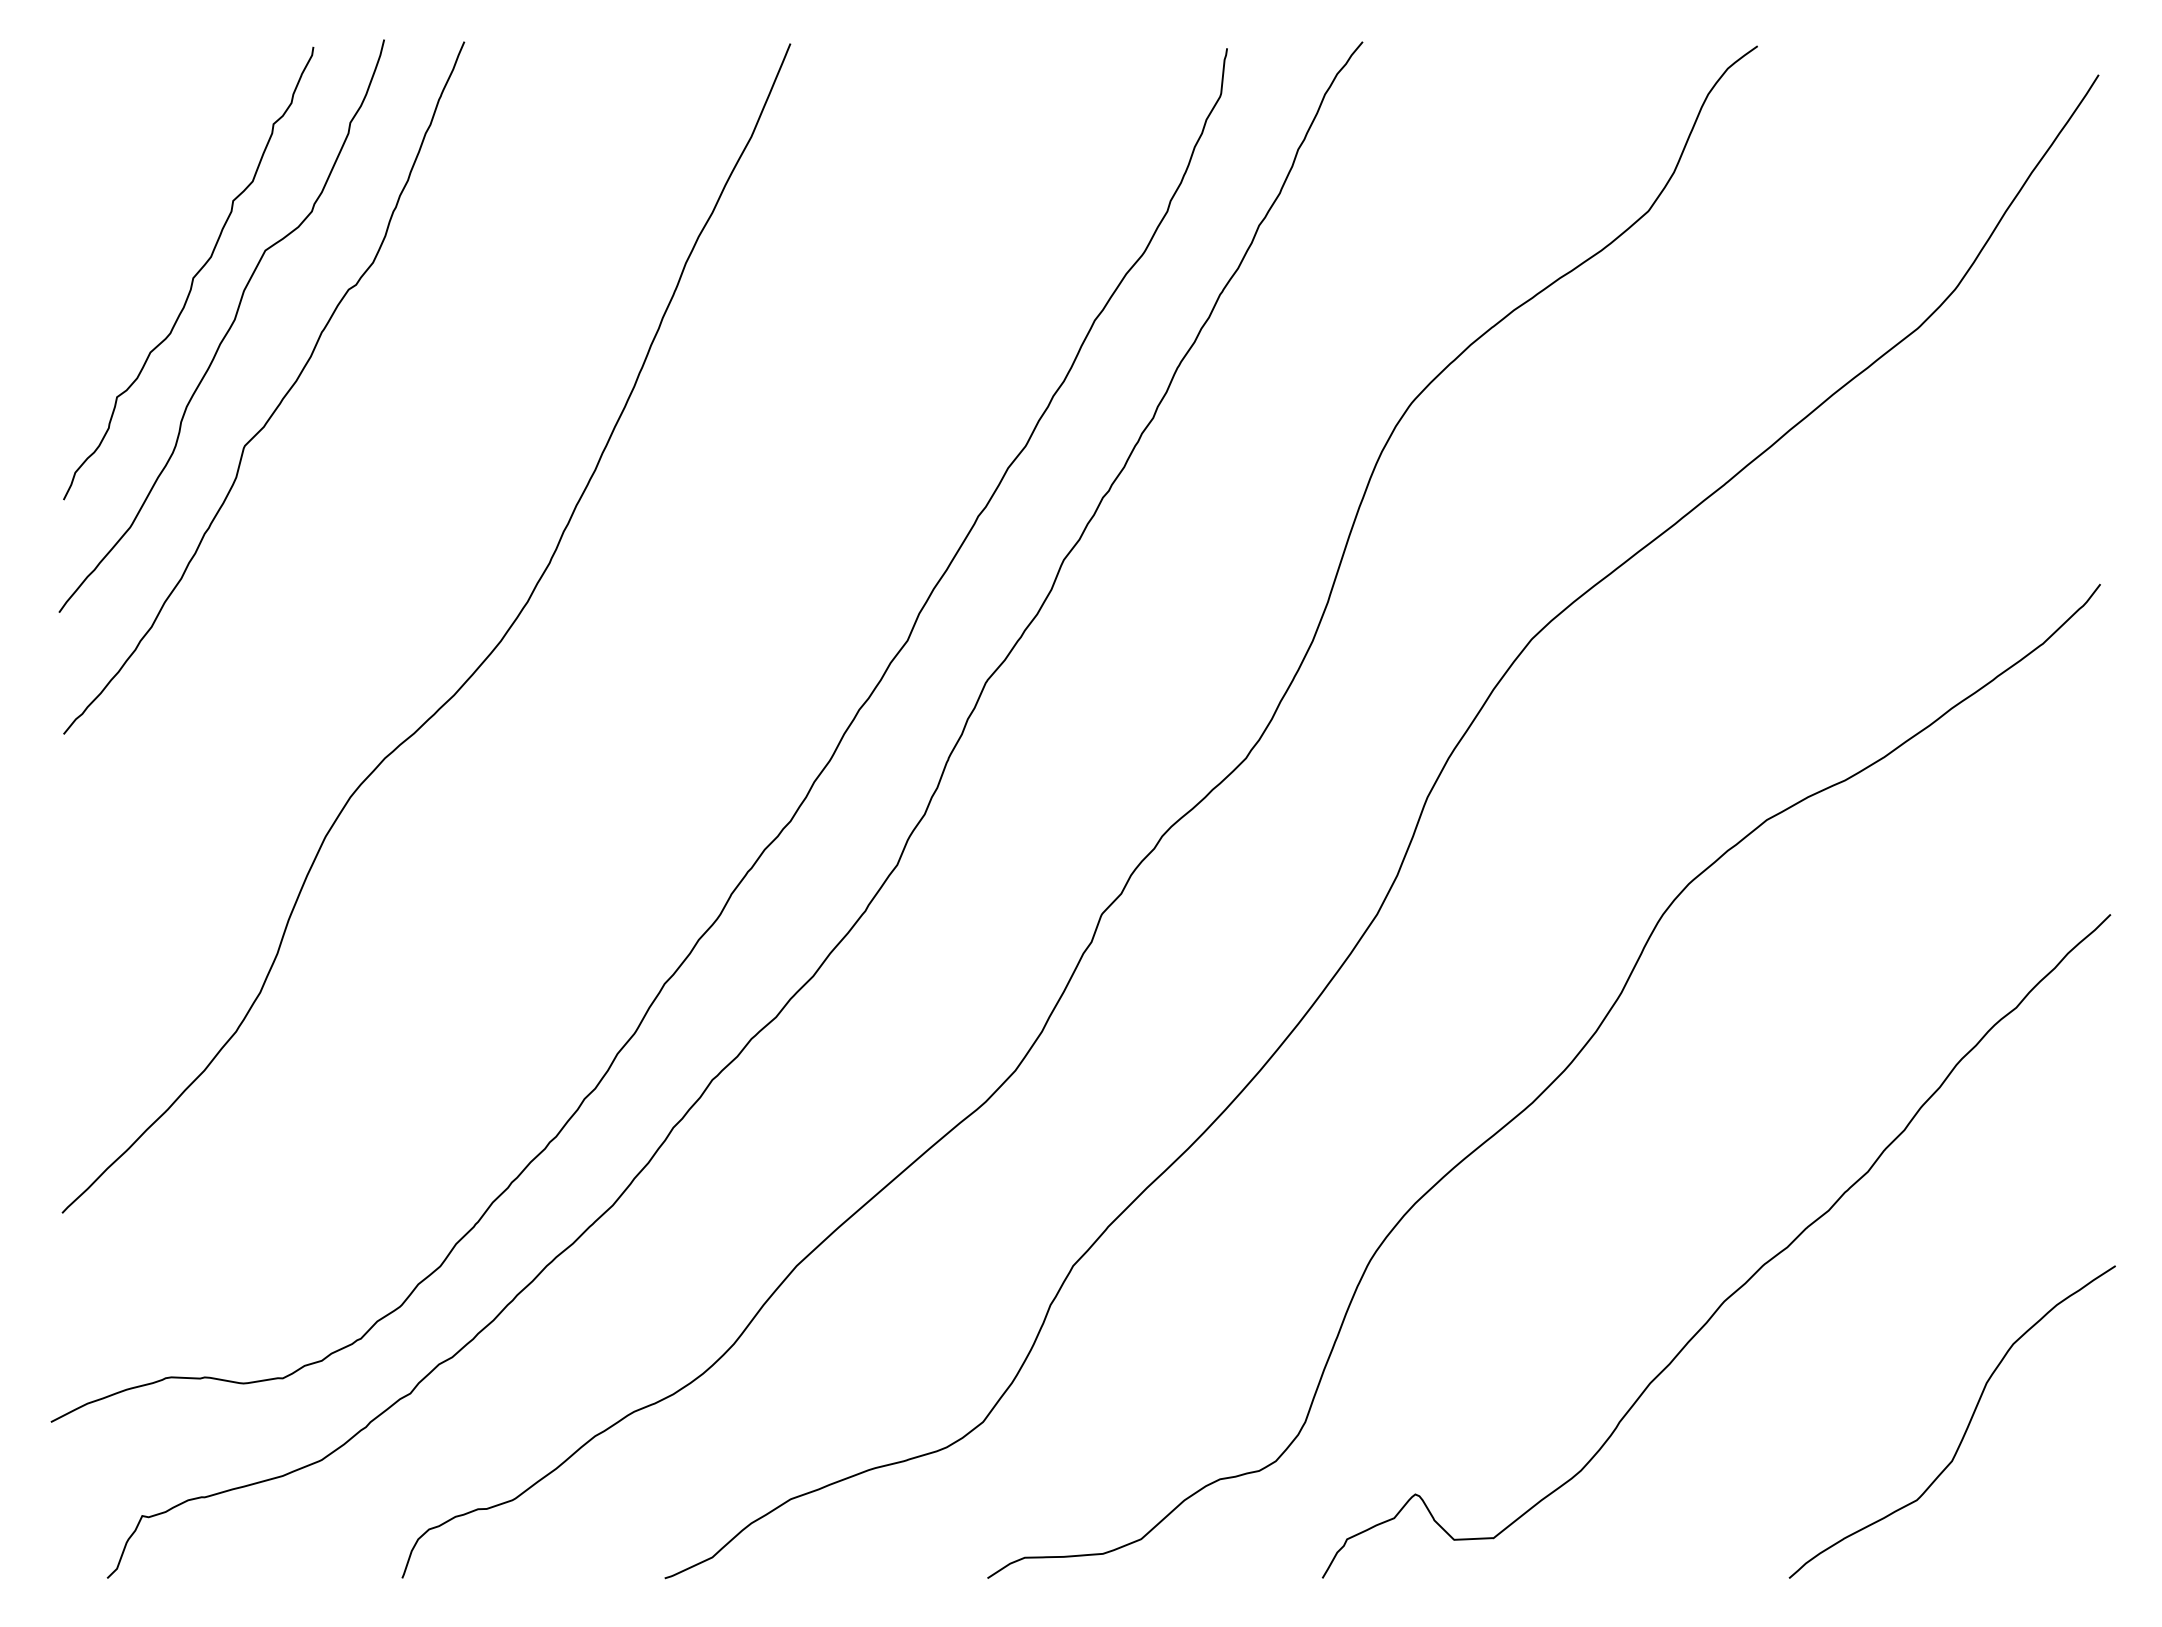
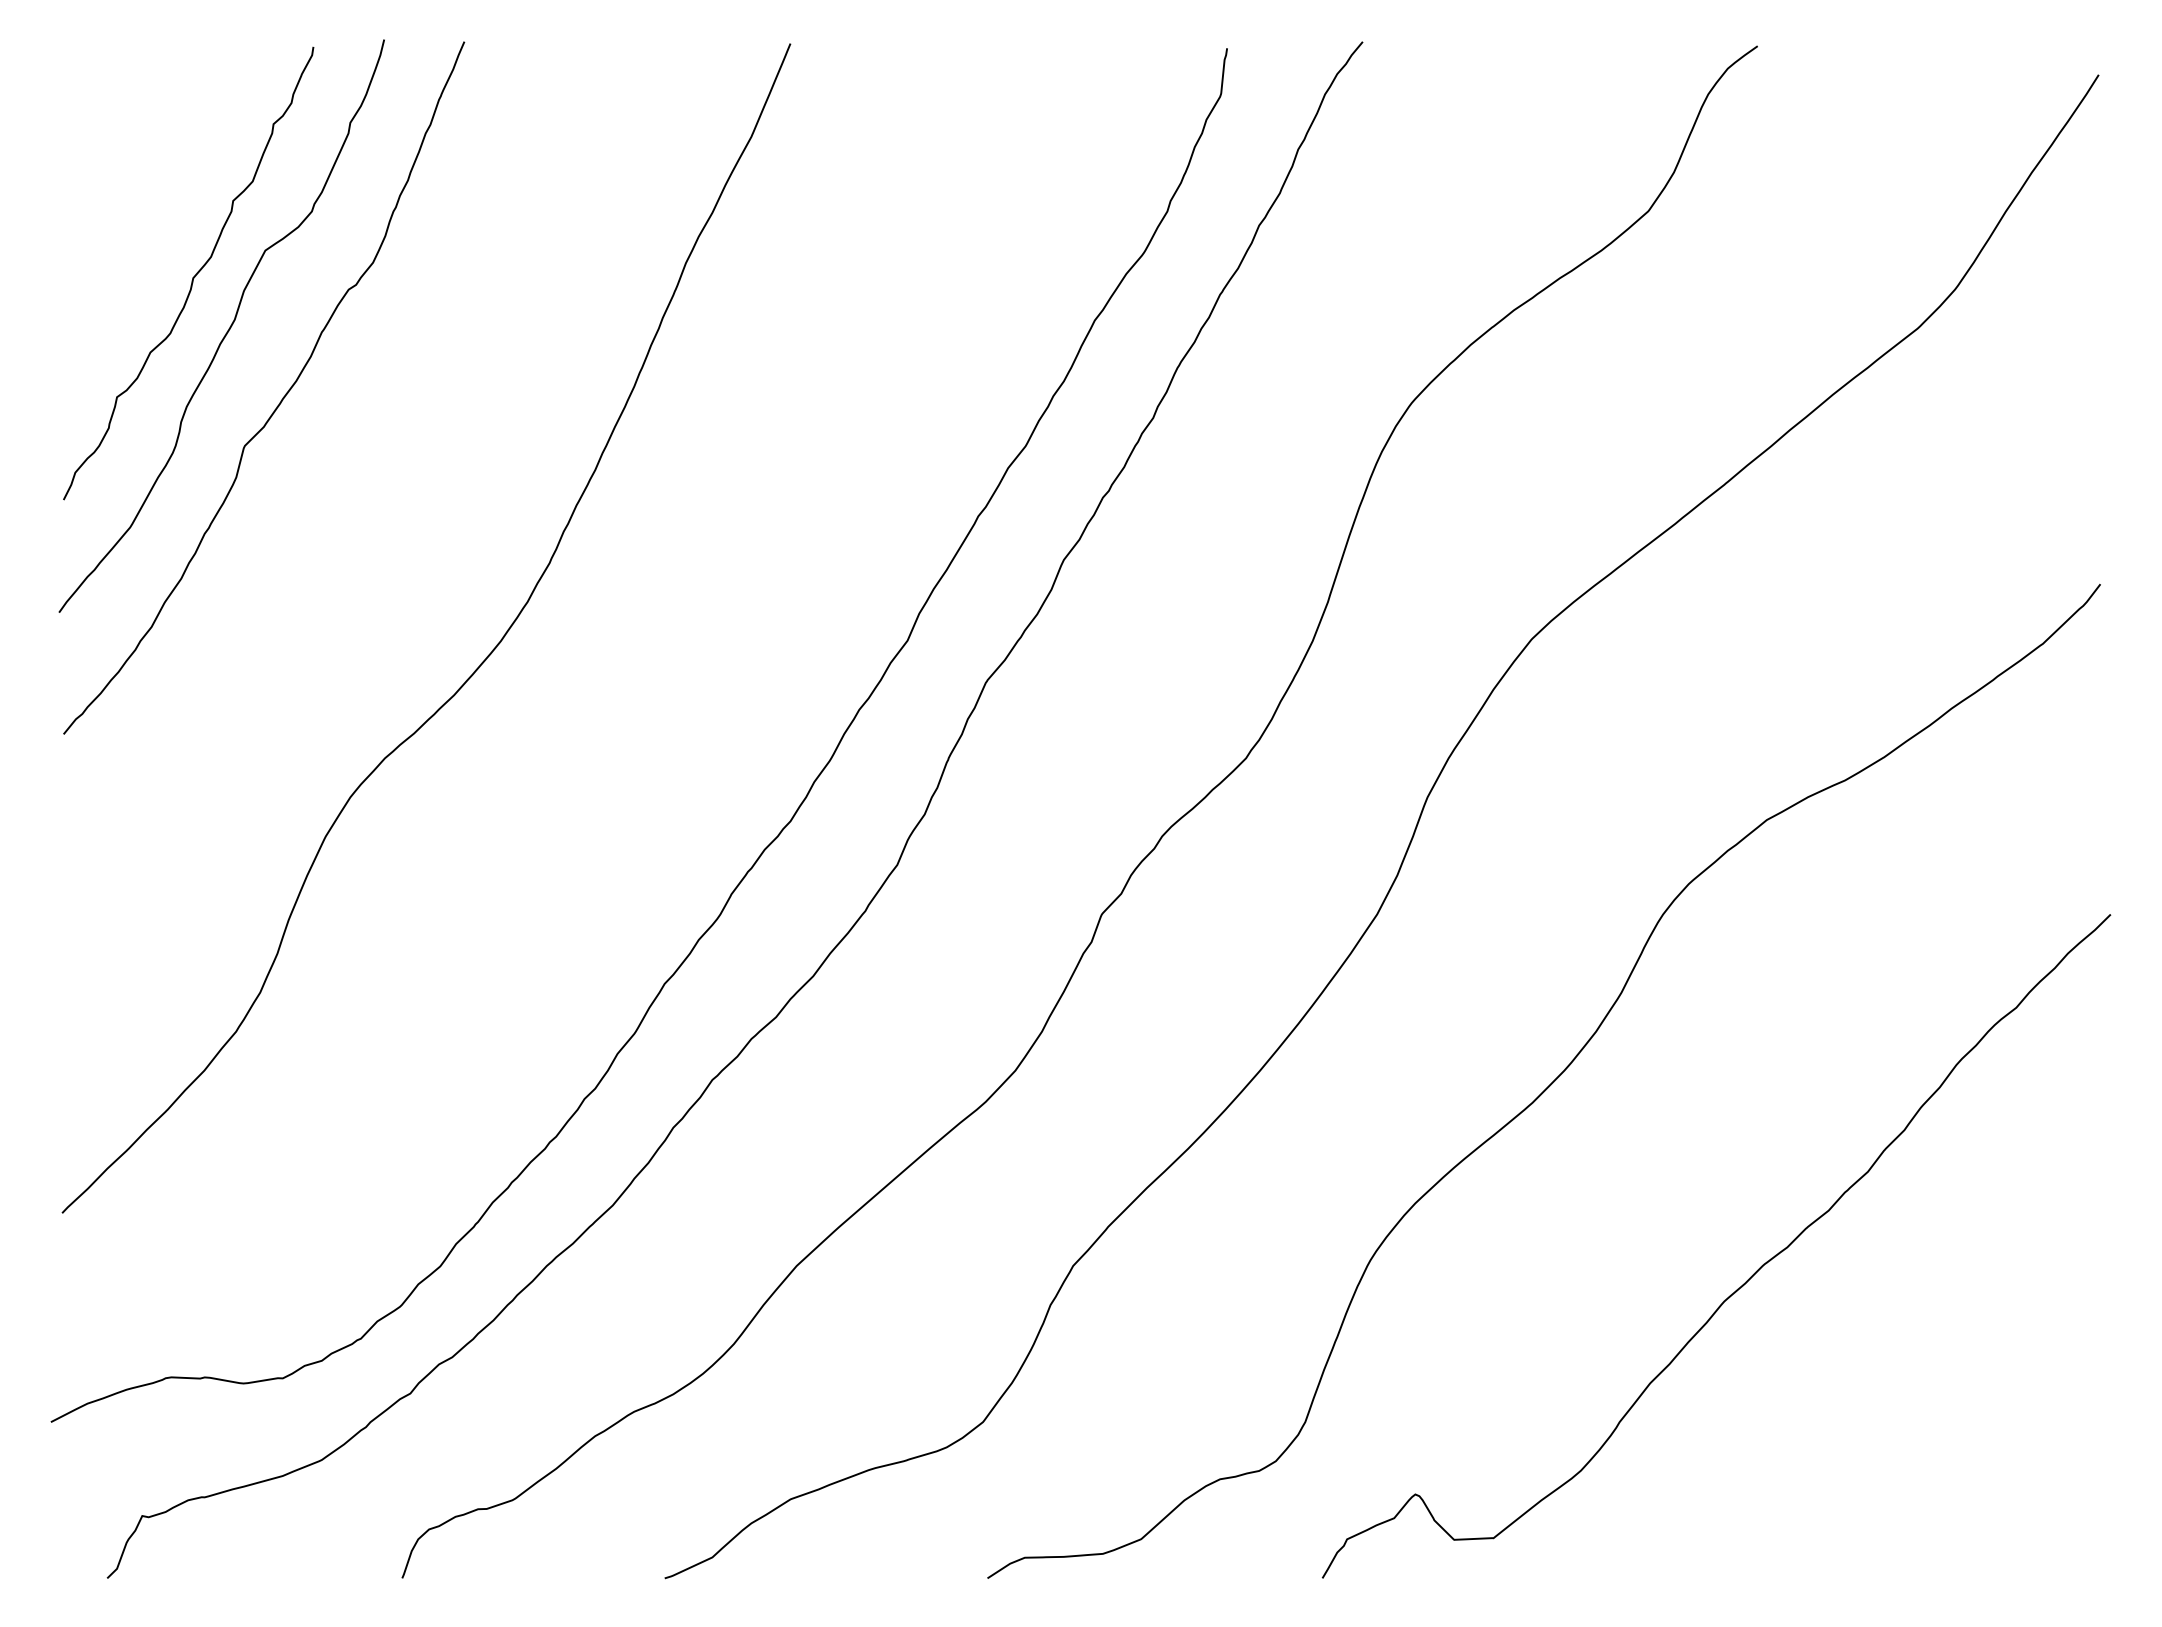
curve at (1965, 1429): present -> none
